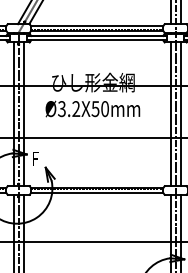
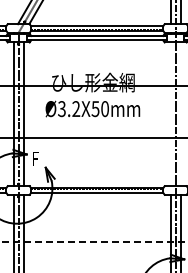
line at (170, 114): present -> none
line at (180, 114): present -> none
line at (94, 242): solid -> dashed
